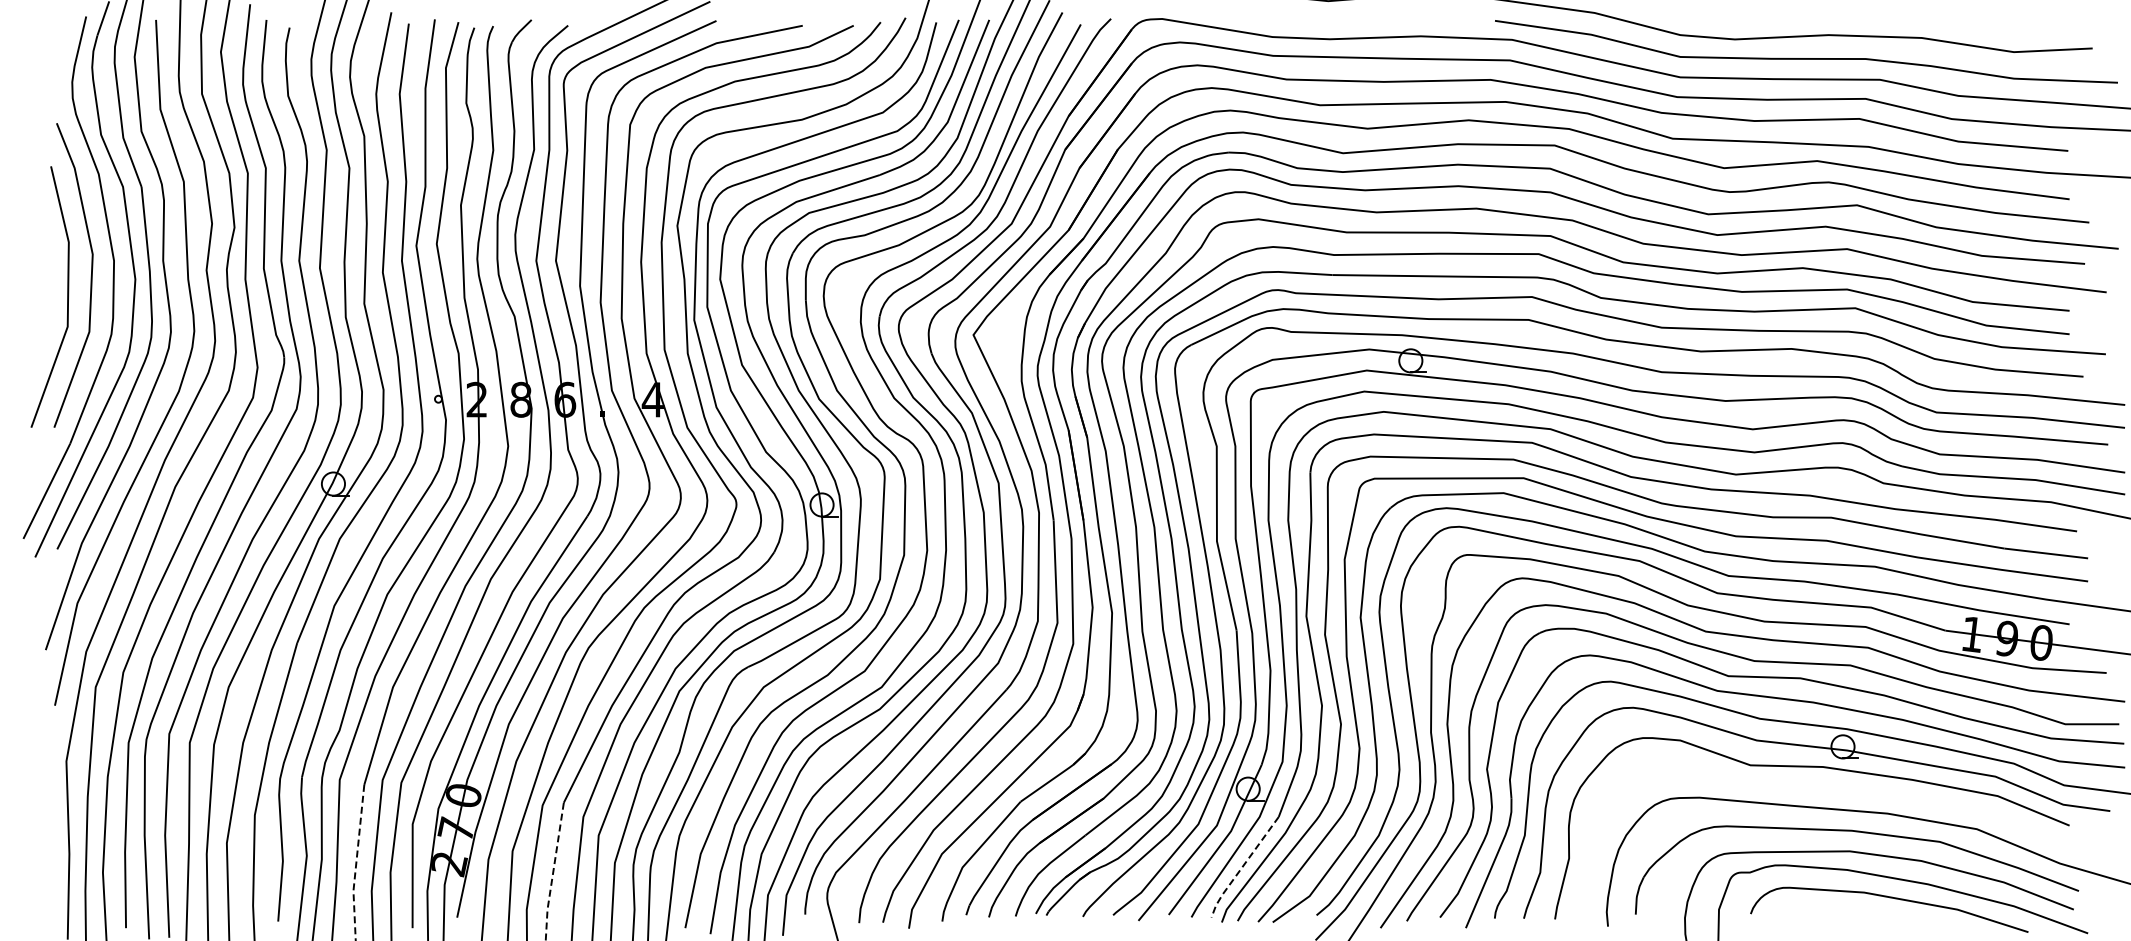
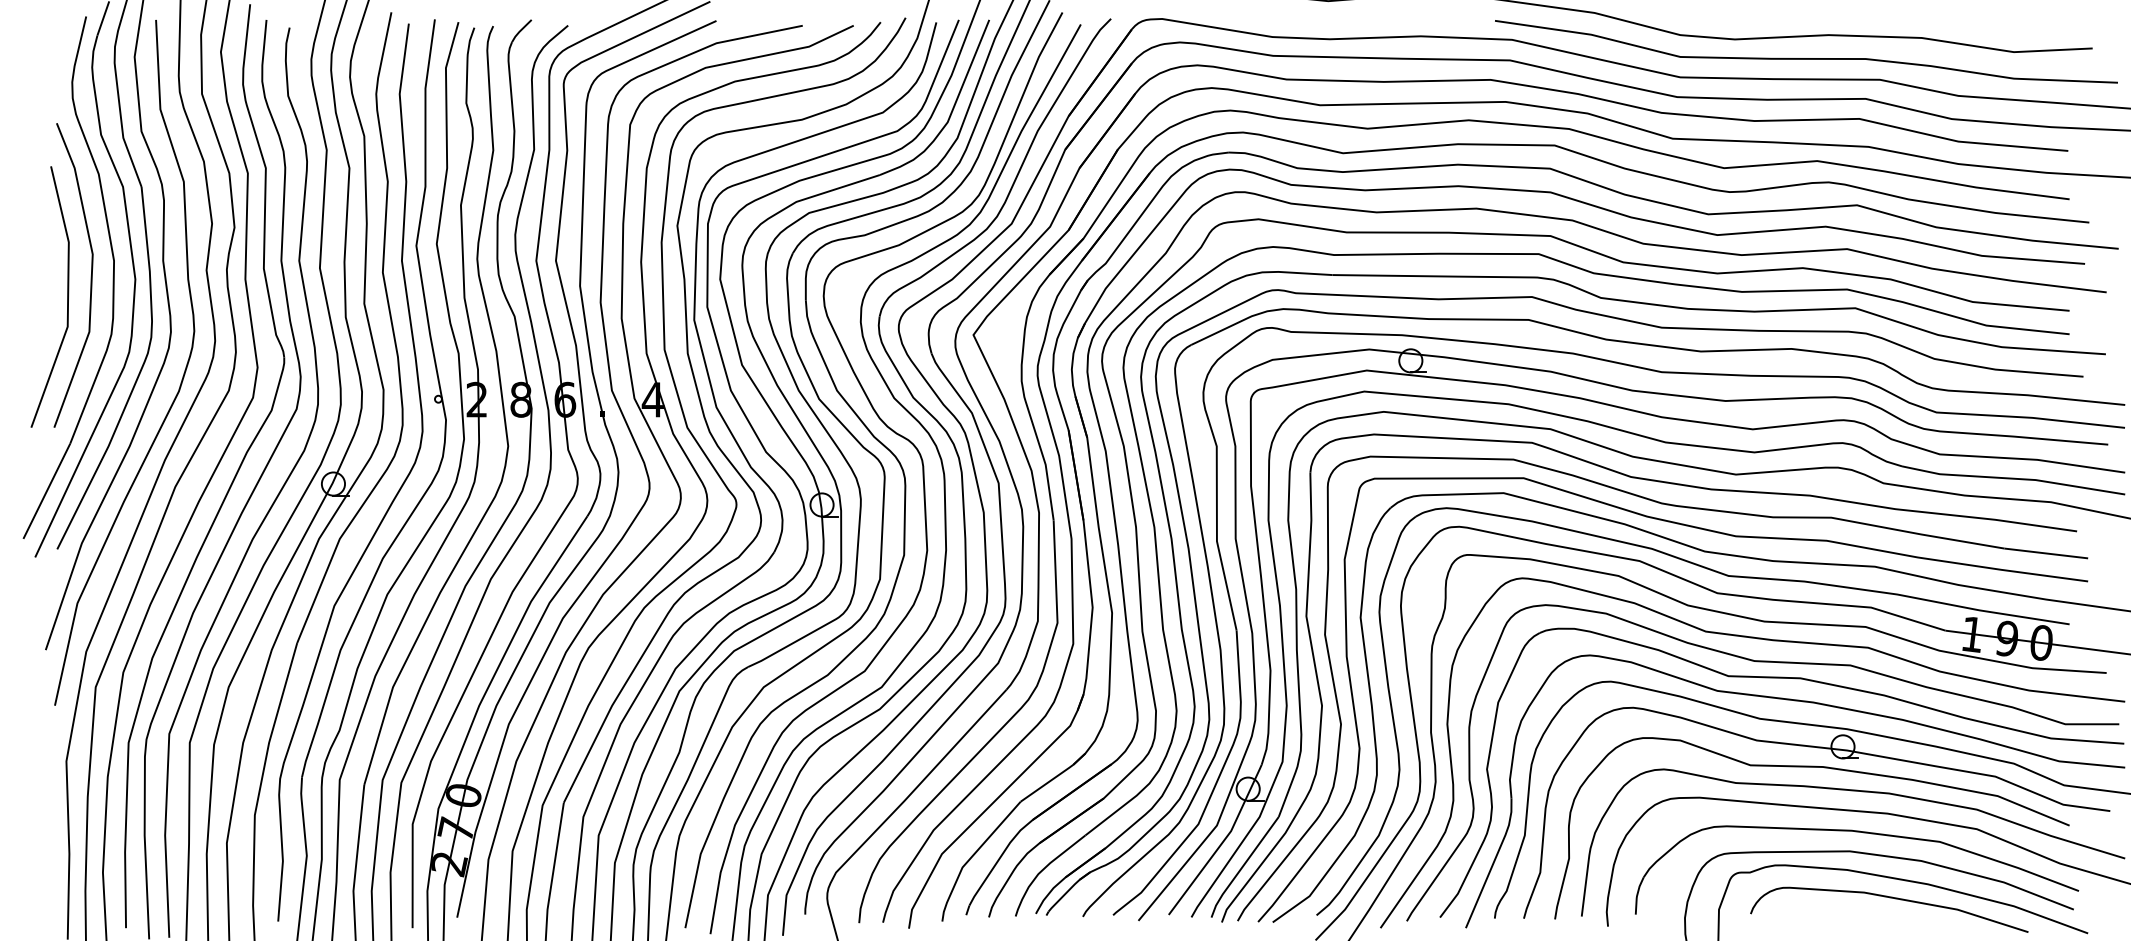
curve at (1862, 792): none -> present
line at (356, 863): dashed -> solid
line at (1242, 866): dashed -> solid
line at (553, 872): dashed -> solid
